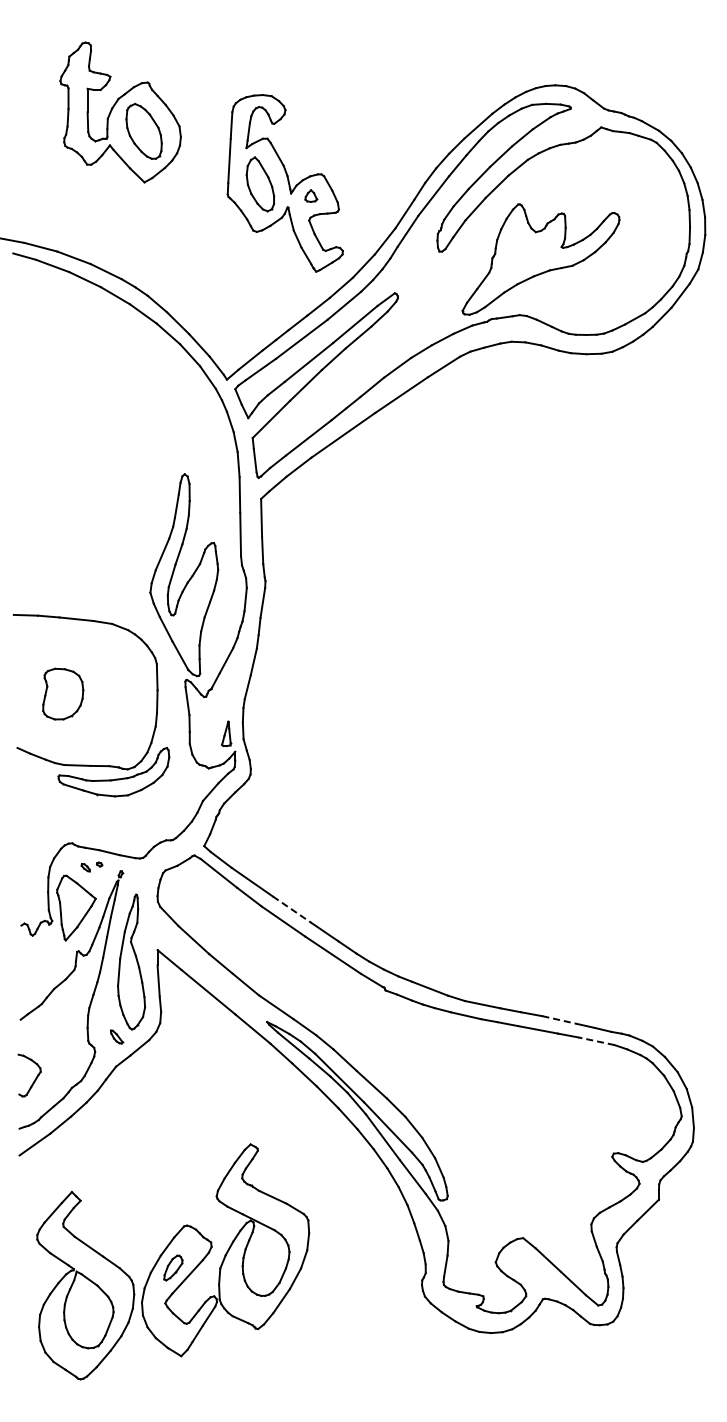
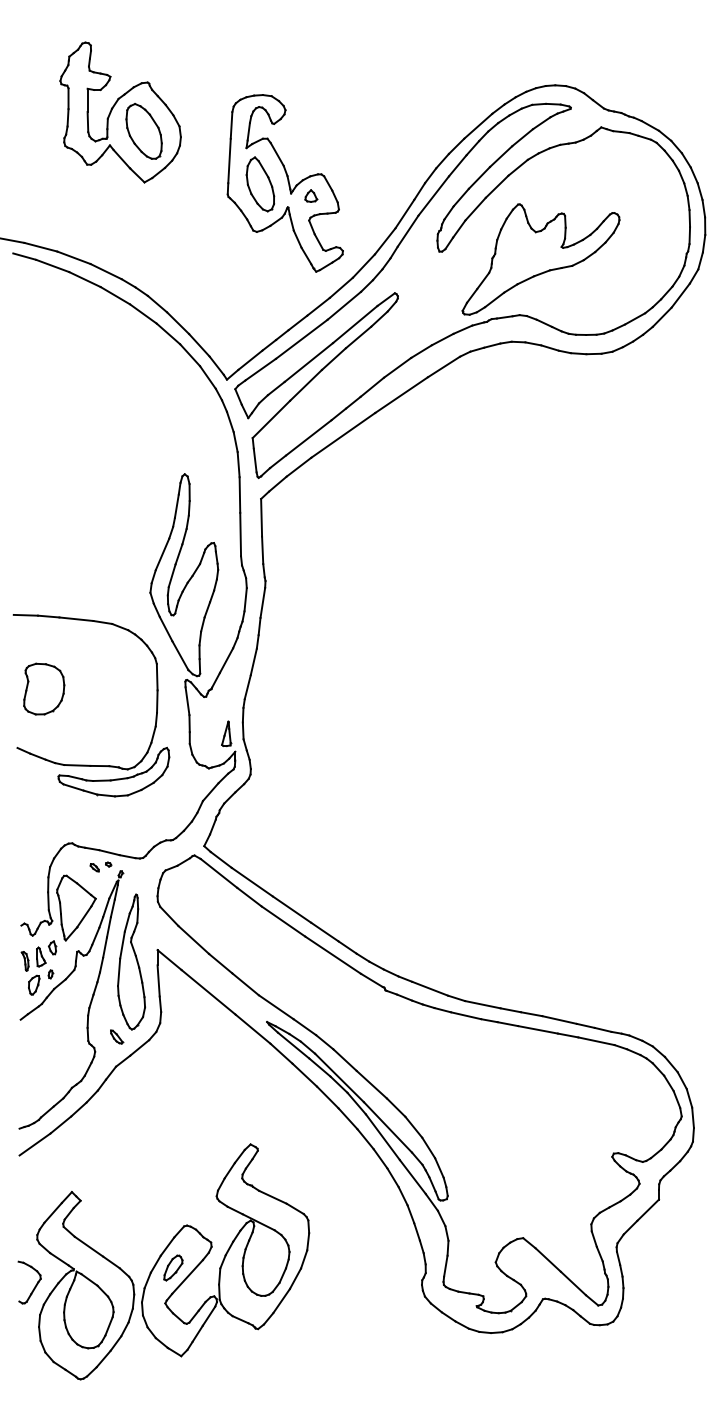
part at (63, 693) position: (63, 693) -> (44, 688)
part at (91, 866) position: (91, 866) -> (100, 866)
line at (292, 909): dashed -> solid
part at (38, 967): none -> present
line at (559, 1020): dashed -> solid
line at (596, 1041): dashed -> solid
part at (35, 1077) position: (35, 1077) -> (35, 1284)
